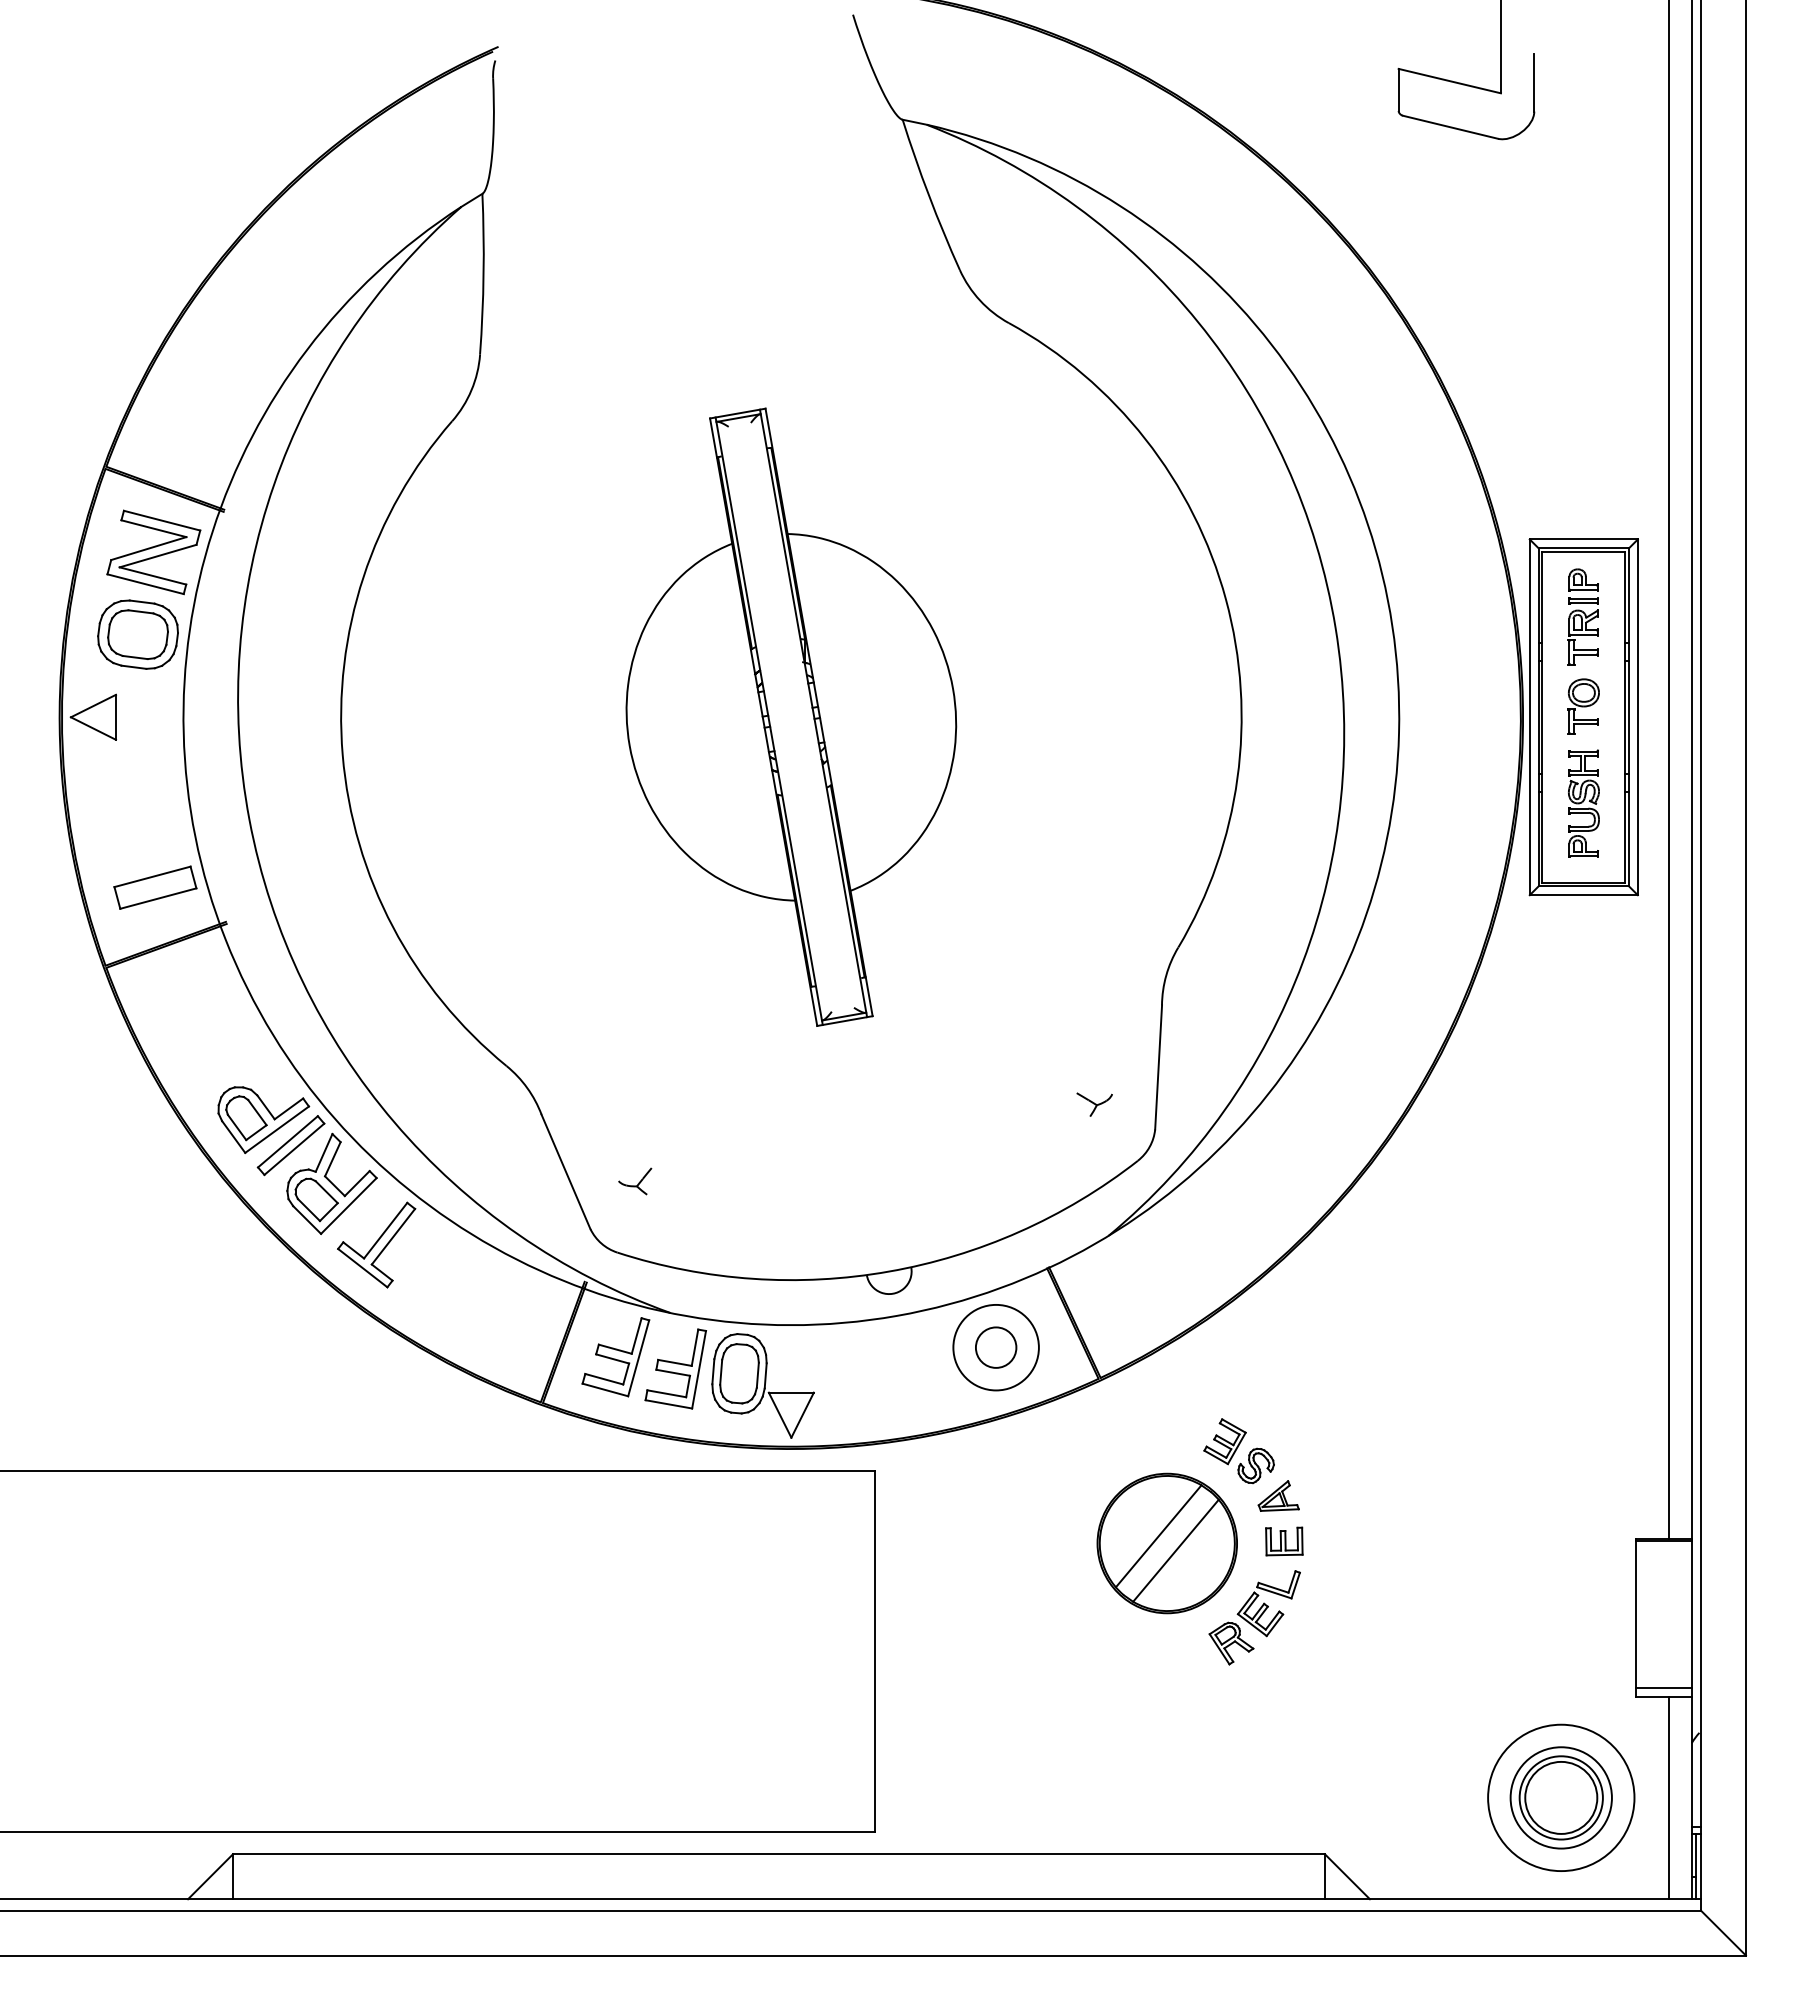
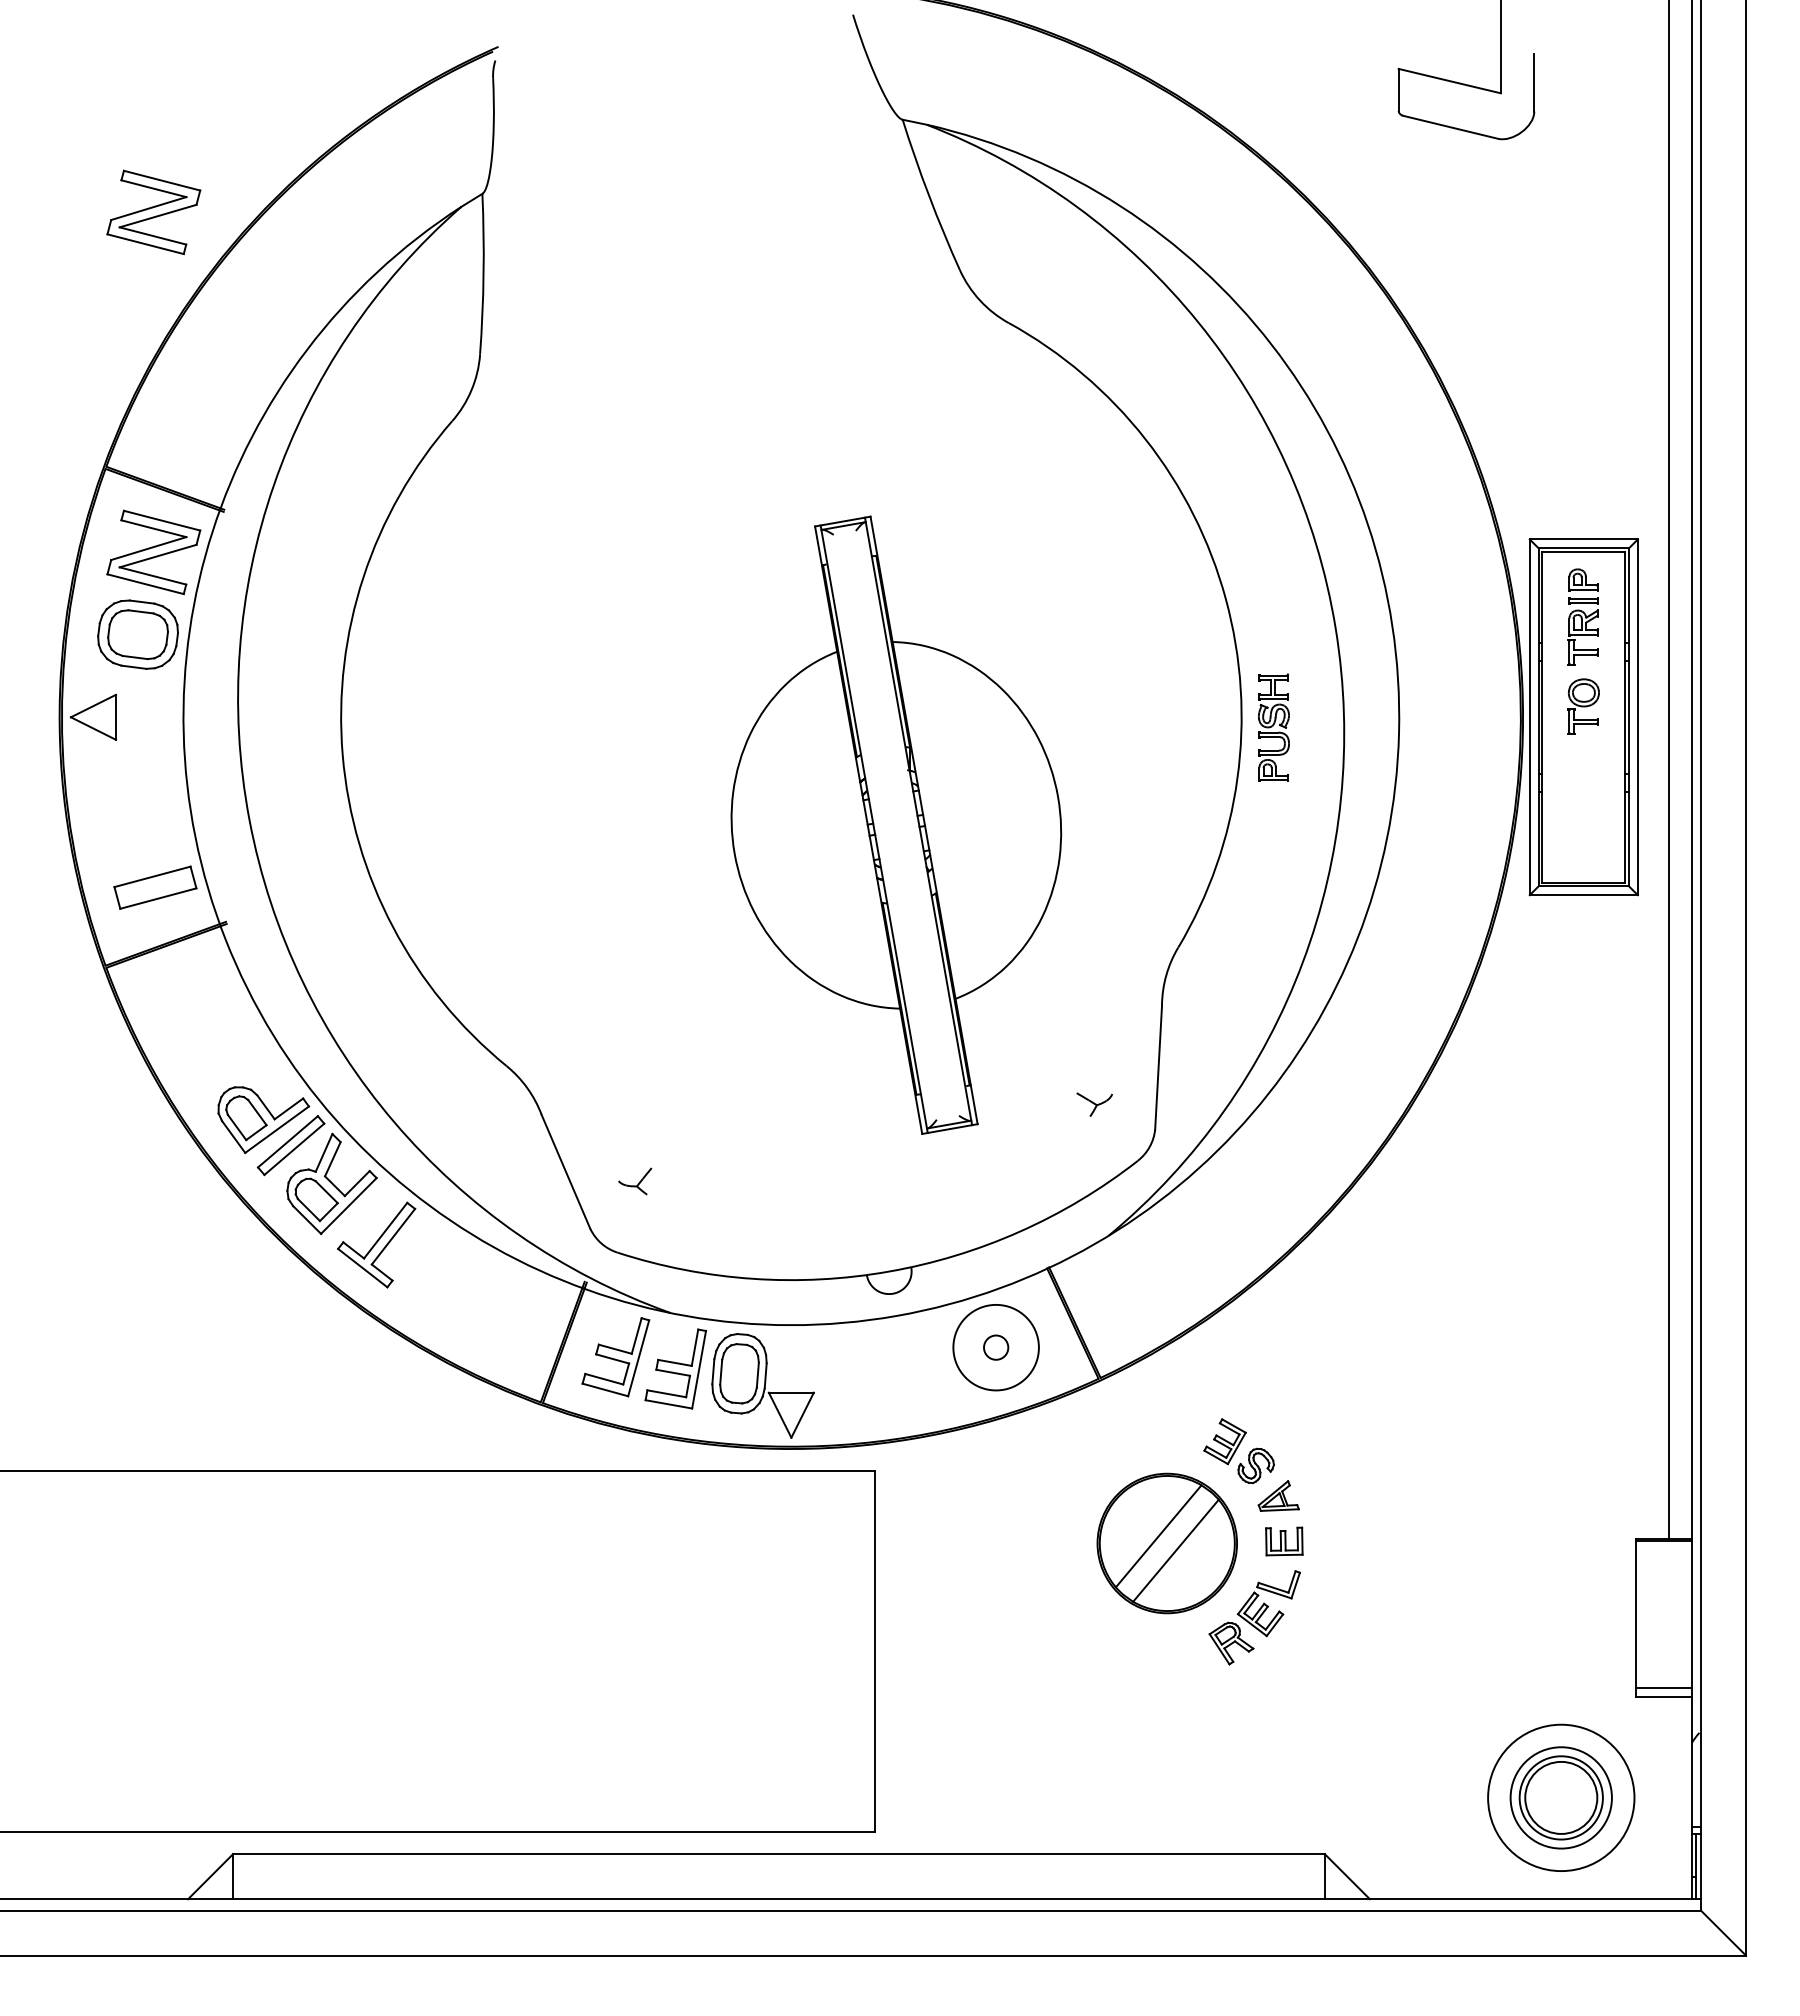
part at (153, 212): none -> present
part at (791, 716) position: (791, 716) -> (896, 824)
part at (1583, 803) position: (1583, 803) -> (1273, 727)
circle at (995, 1347) diameter: 40 px -> 24 px
line at (1669, 1797): present -> none
